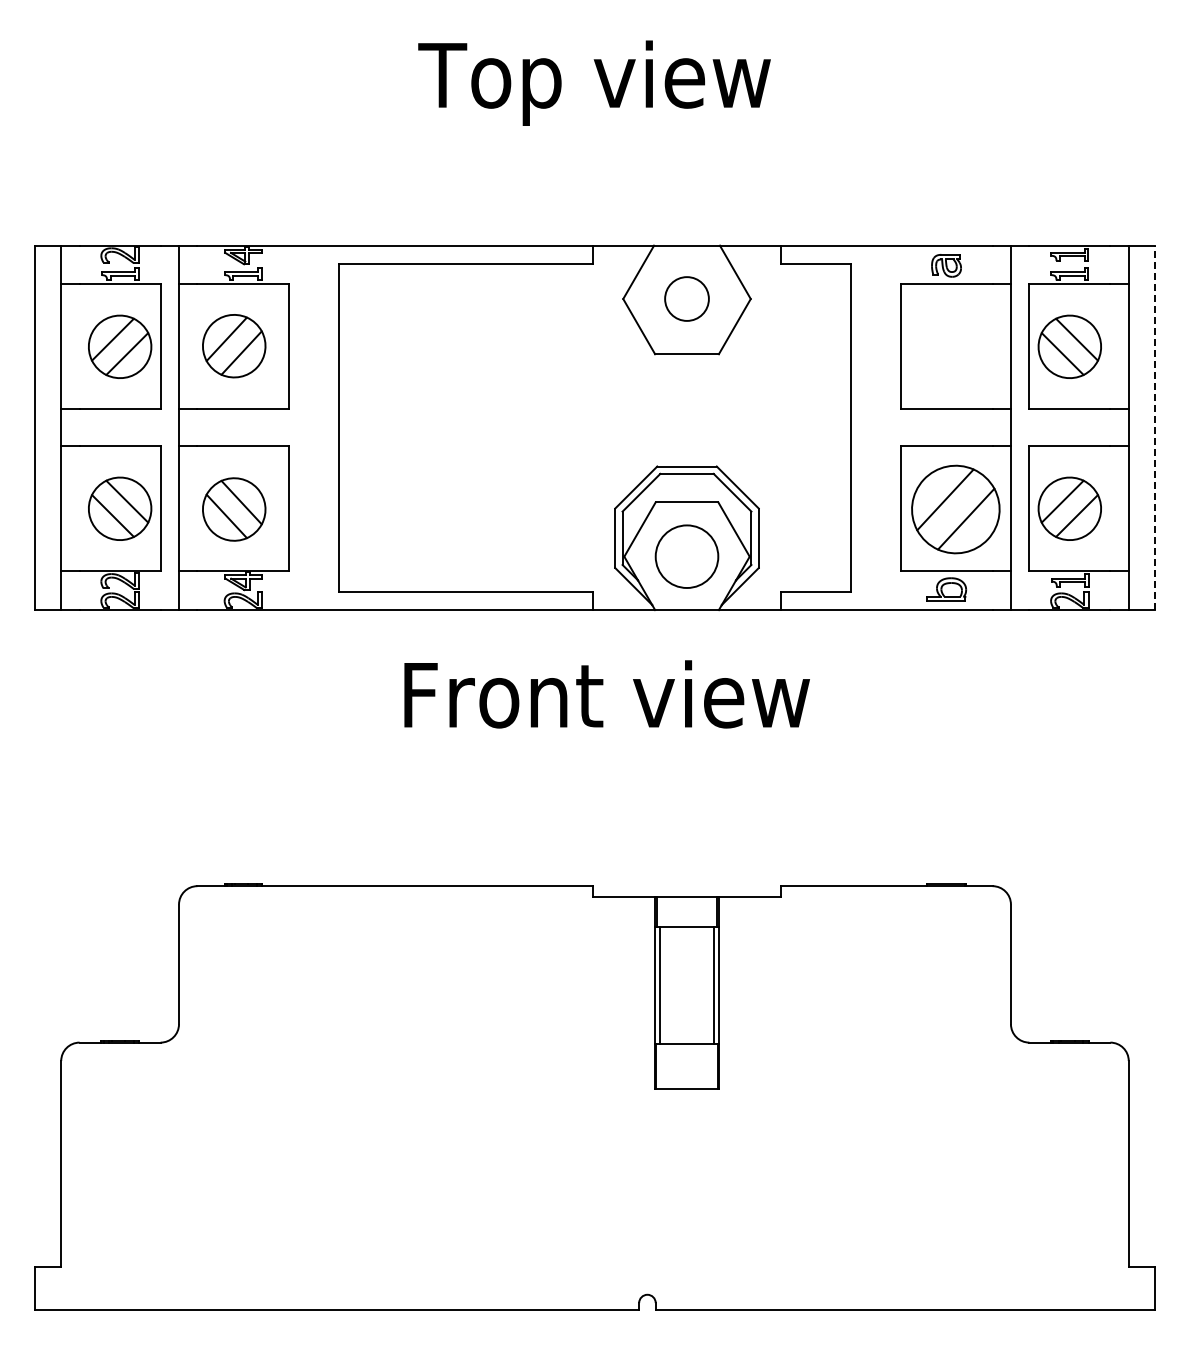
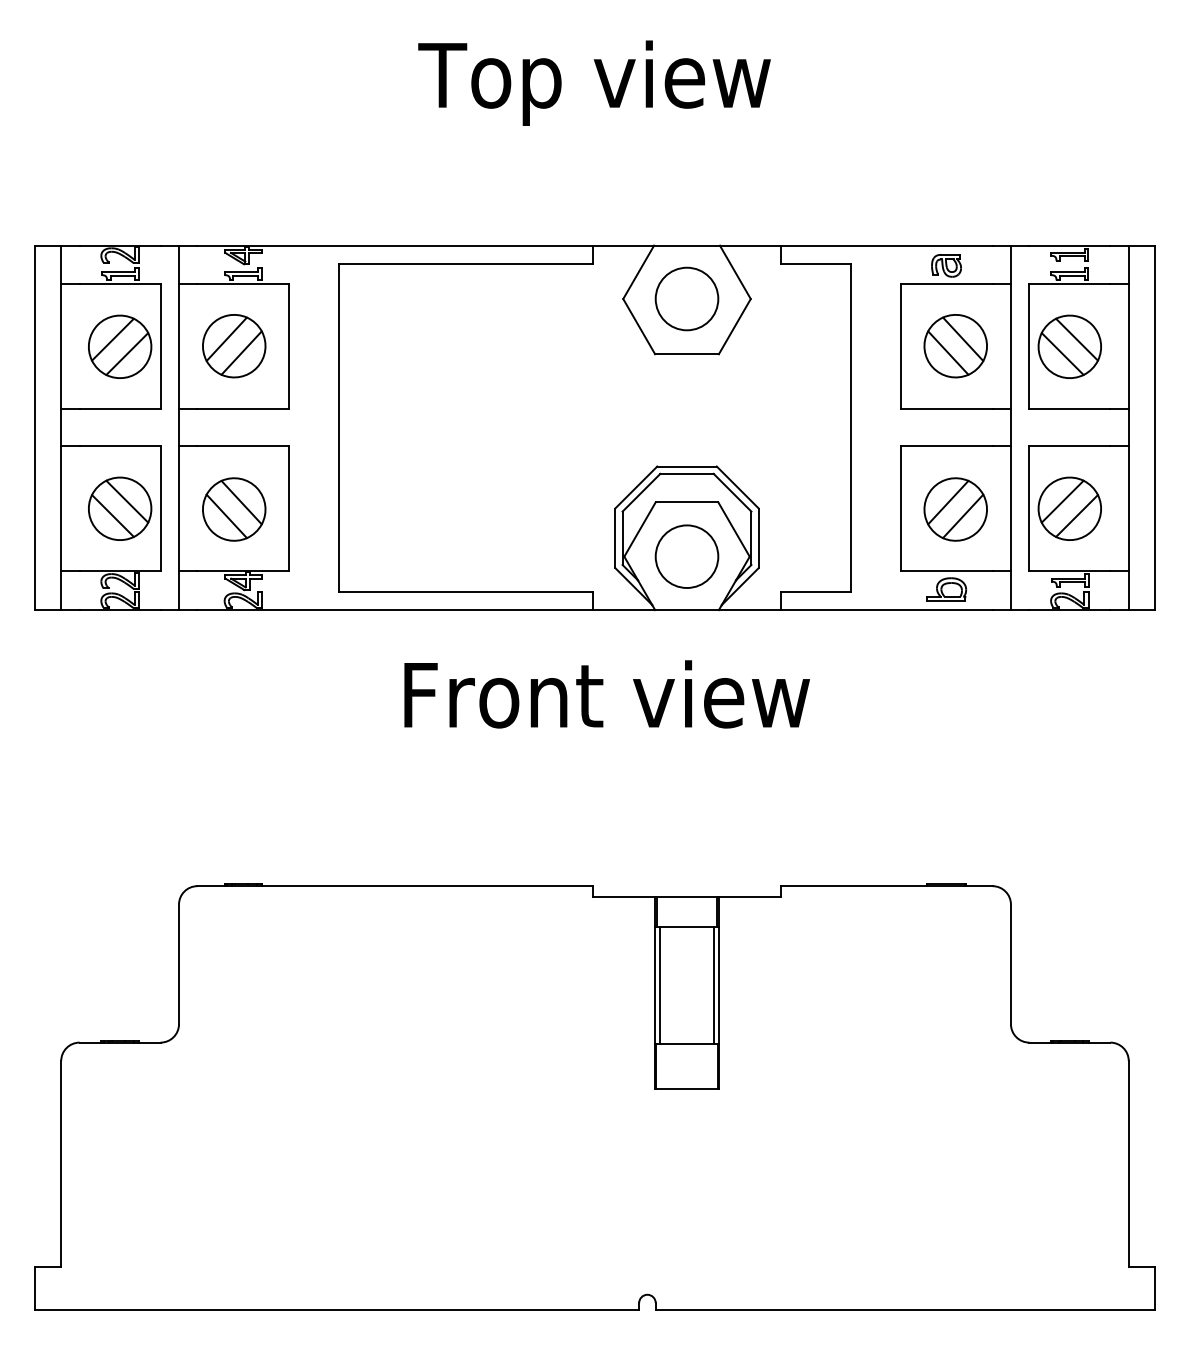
circle at (686, 298) diameter: 44 px -> 63 px
part at (955, 346): none -> present
line at (1154, 427): dashed -> solid
part at (955, 509) size: 90x91 px -> 65x65 px
